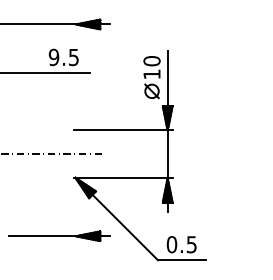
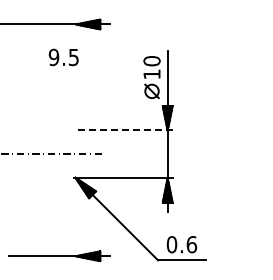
line at (46, 73): present -> none
line at (122, 130): solid -> dashed
part at (59, 235) position: (59, 235) -> (59, 255)
text at (191, 244): 0.5 -> 0.6
